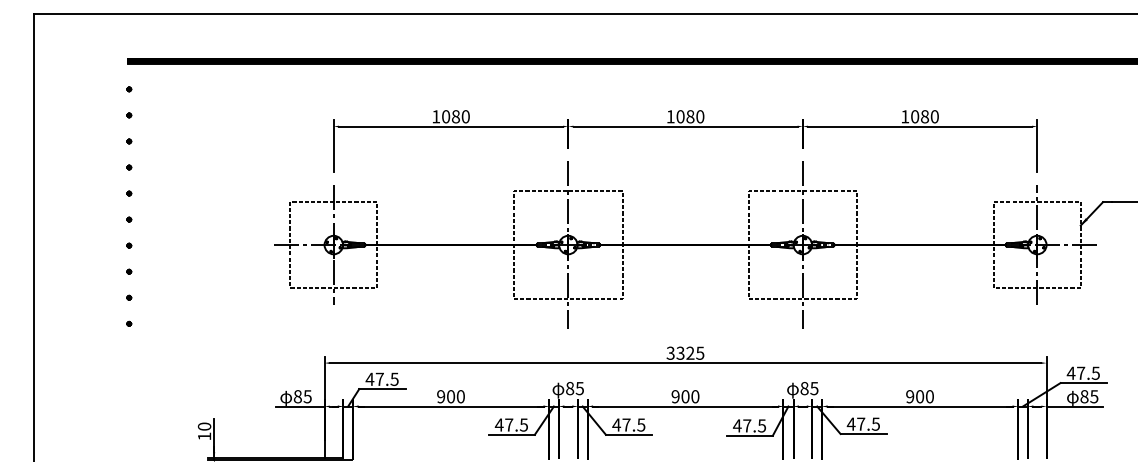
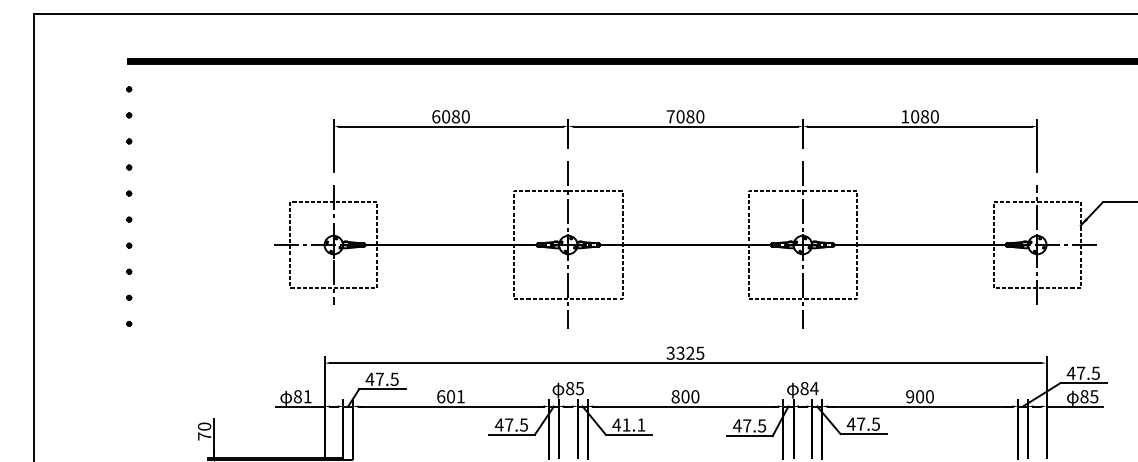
text at (436, 116): 1080 -> 6080
text at (670, 116): 1080 -> 7080
text at (814, 388): 85 -> 84
text at (307, 396): 85 -> 81
text at (450, 396): 900 -> 601
text at (675, 396): 900 -> 800
text at (633, 424): 47.5 -> 41.1
text at (204, 436): 10 -> 70
